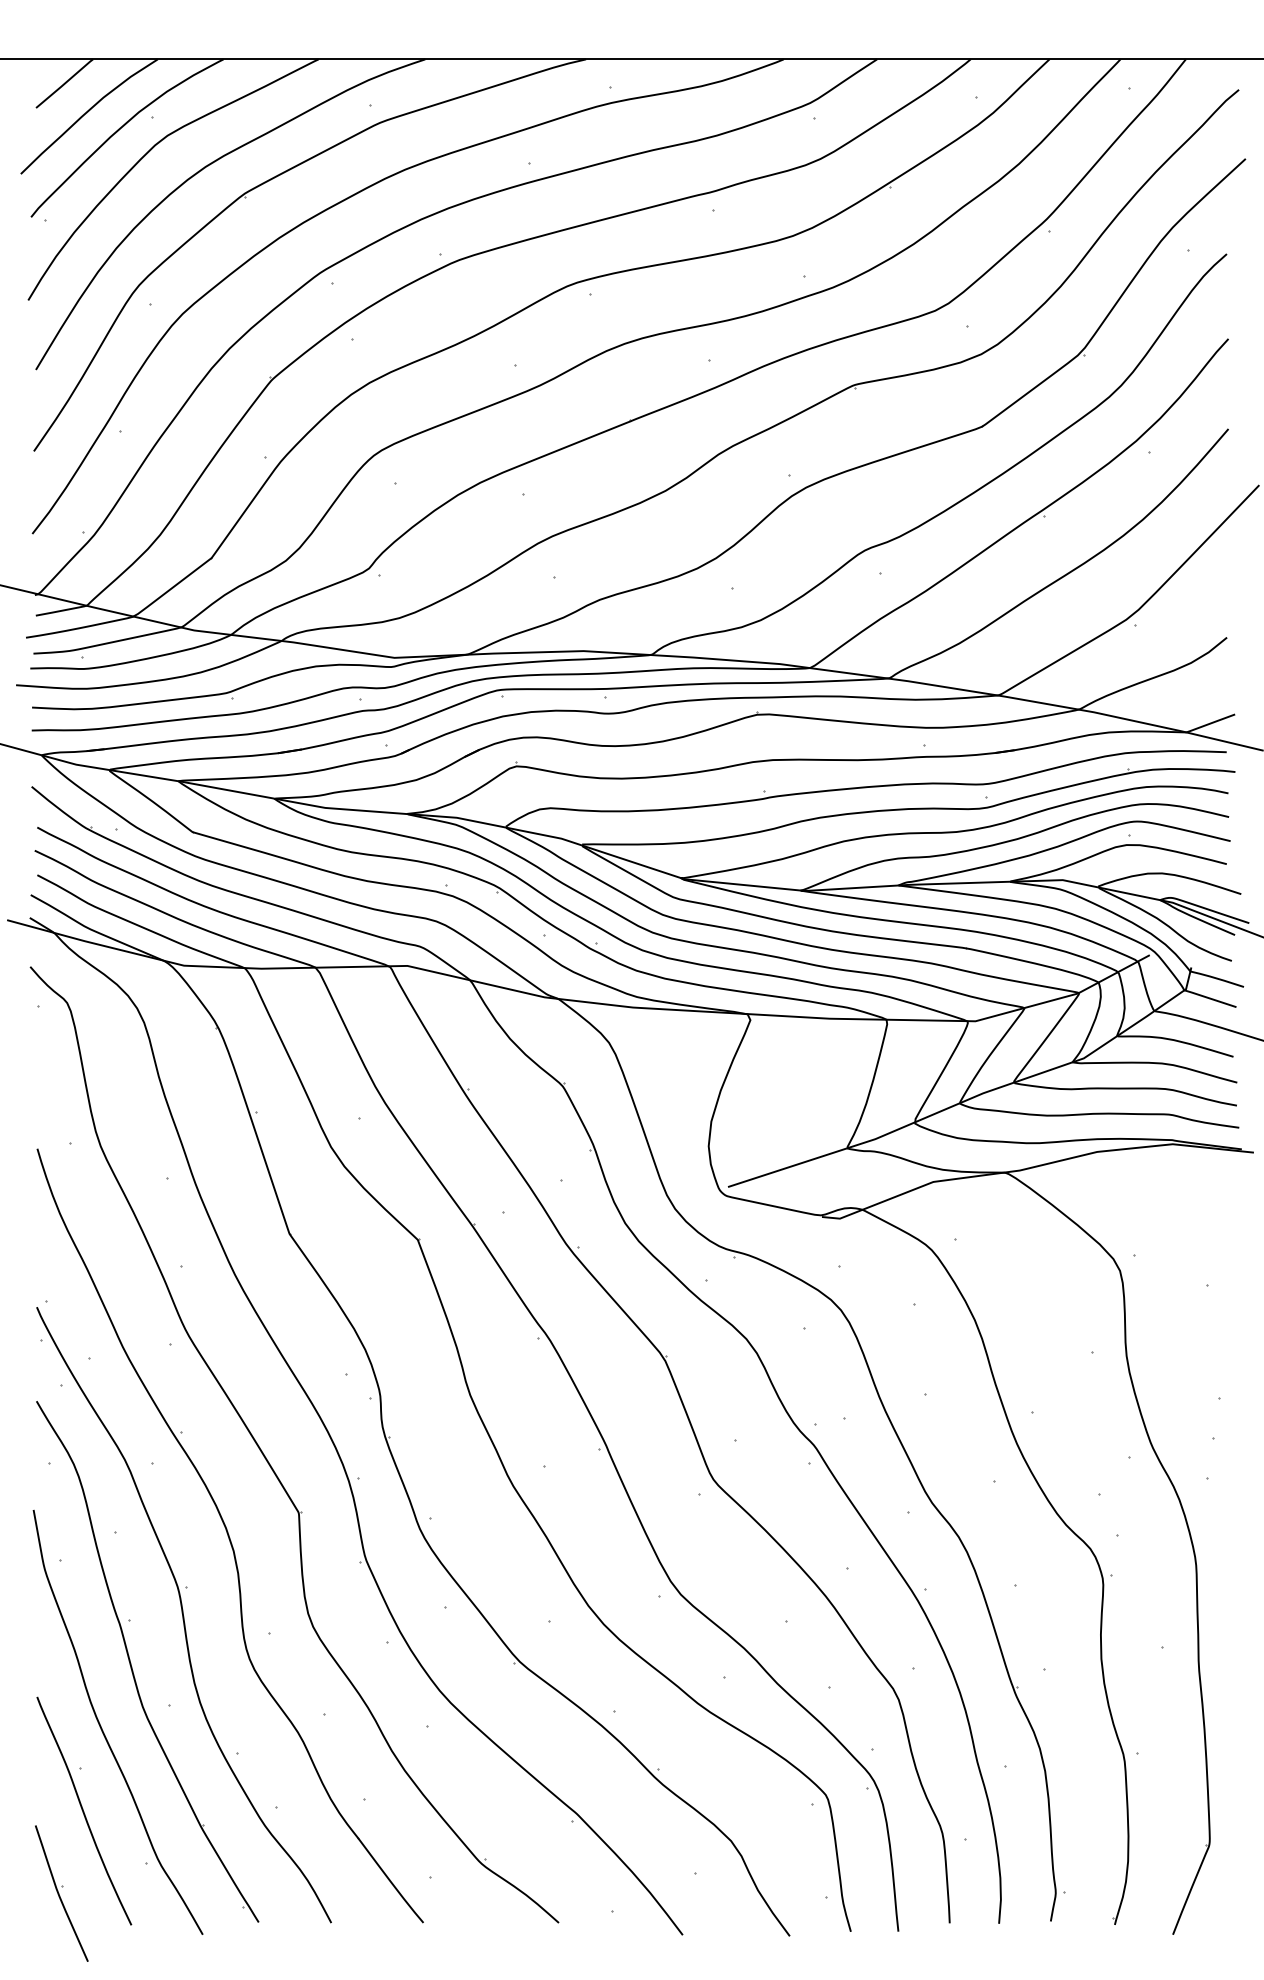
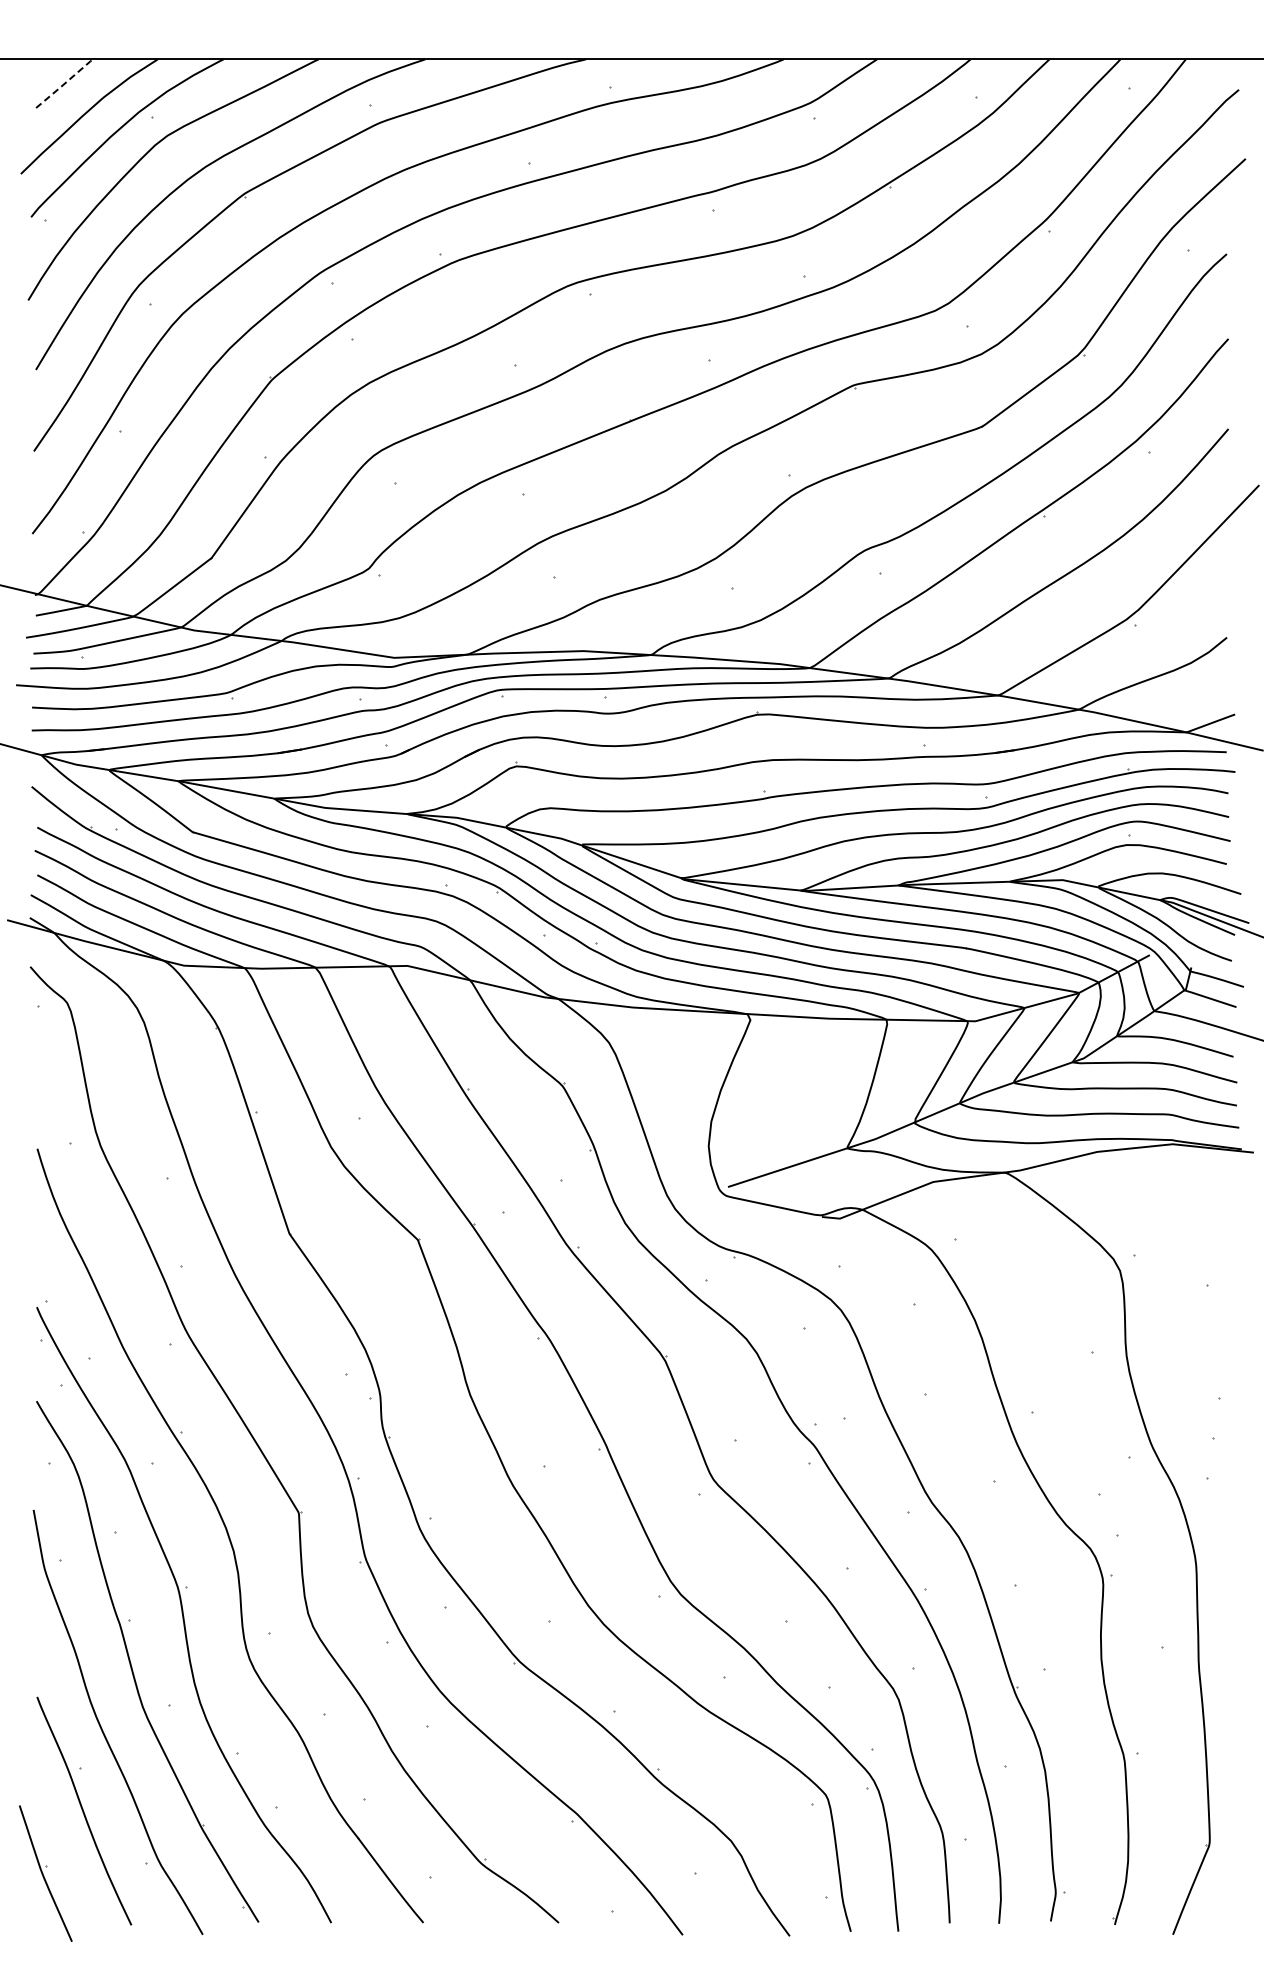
line at (64, 83): solid -> dashed
part at (61, 1893) position: (61, 1893) -> (45, 1873)
